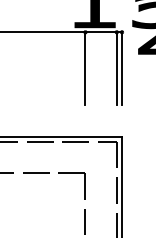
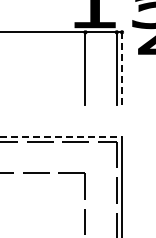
line at (122, 68): solid -> dashed
line at (61, 136): solid -> dashed
